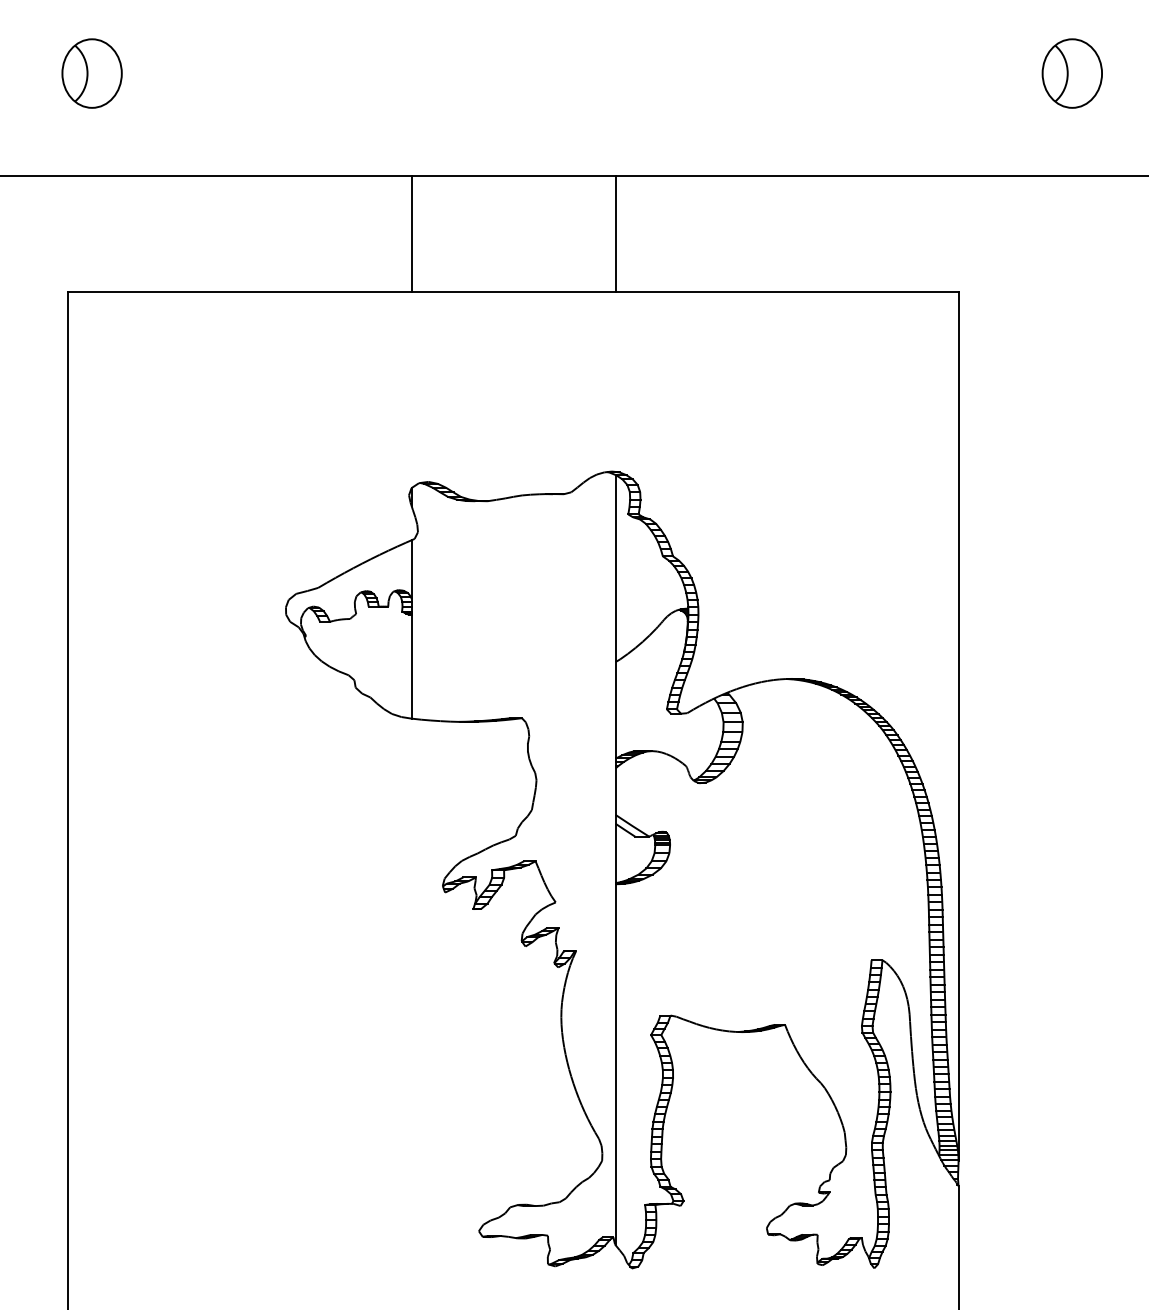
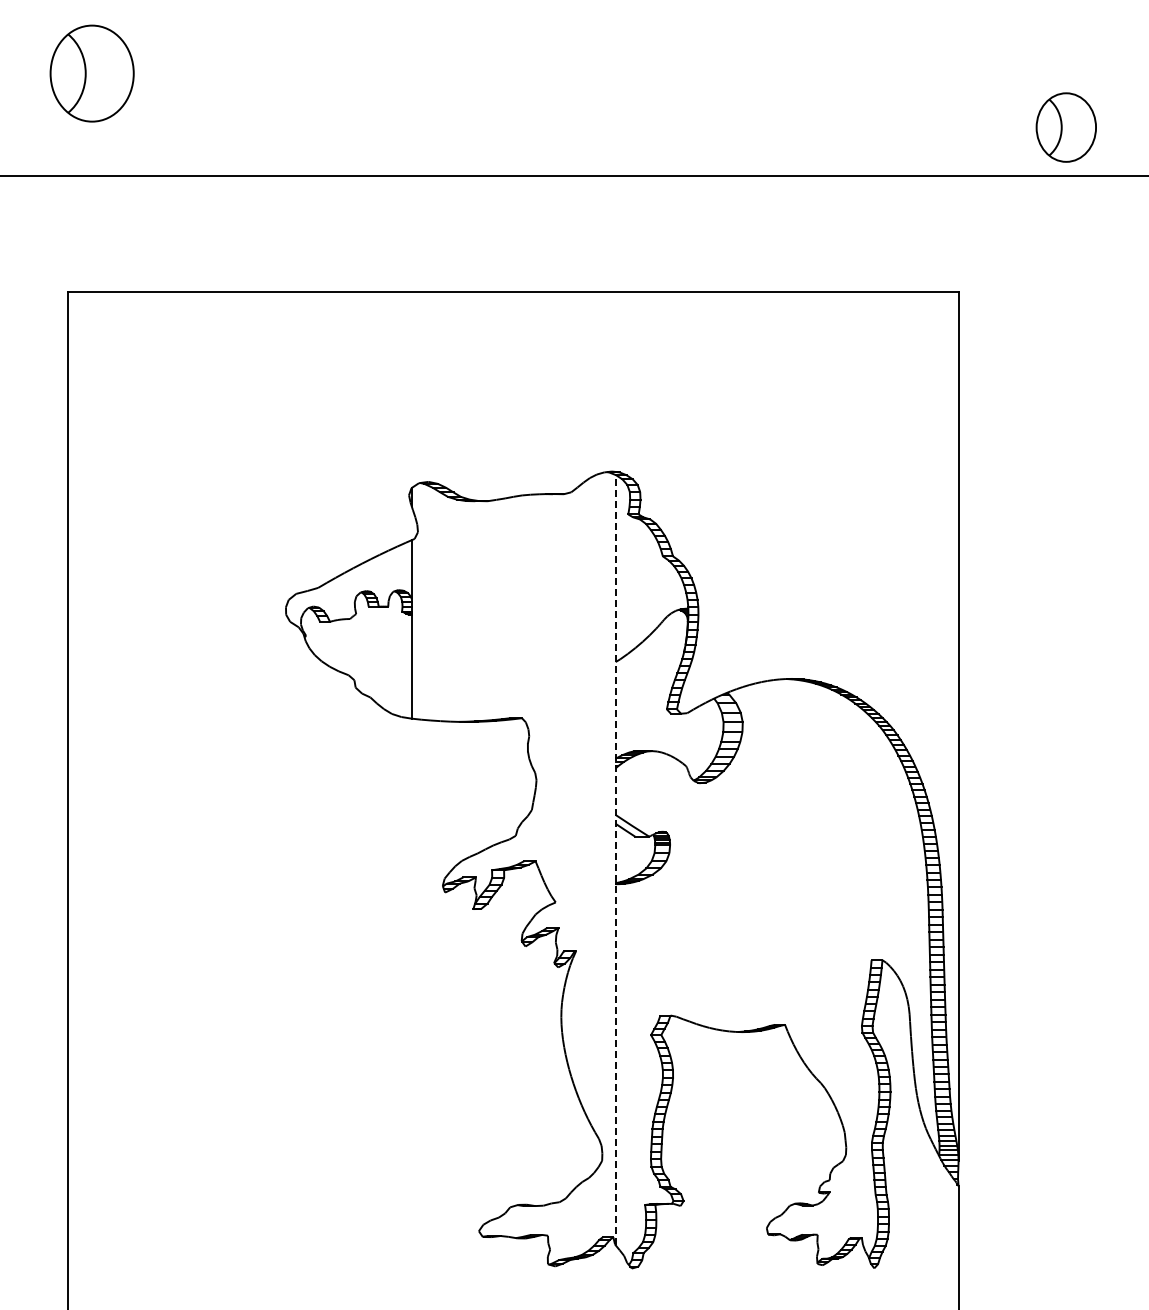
part at (91, 73) size: 62x71 px -> 86x99 px
part at (1071, 73) position: (1071, 73) -> (1065, 127)
line at (411, 234): present -> none
line at (615, 234): present -> none
line at (615, 859): solid -> dashed
